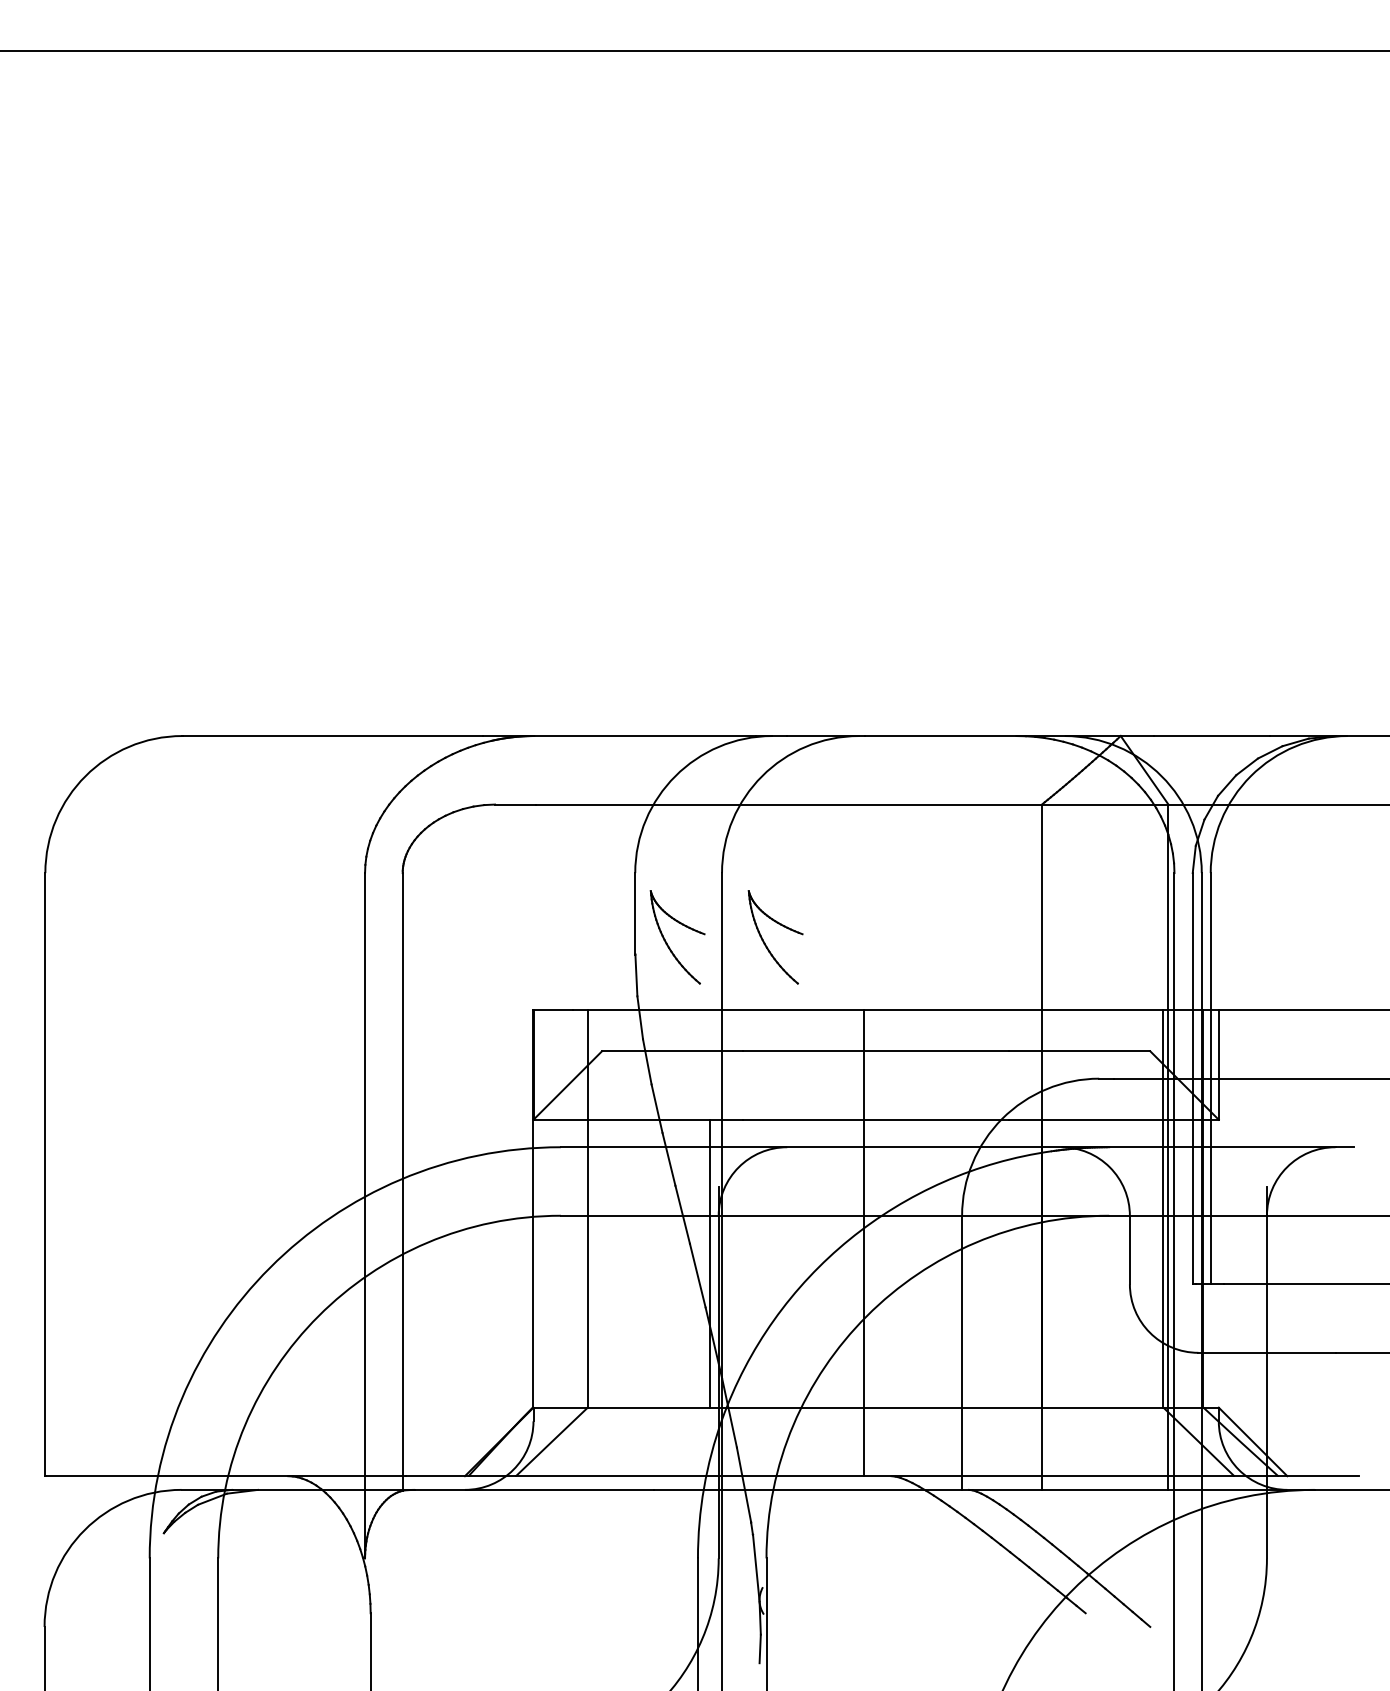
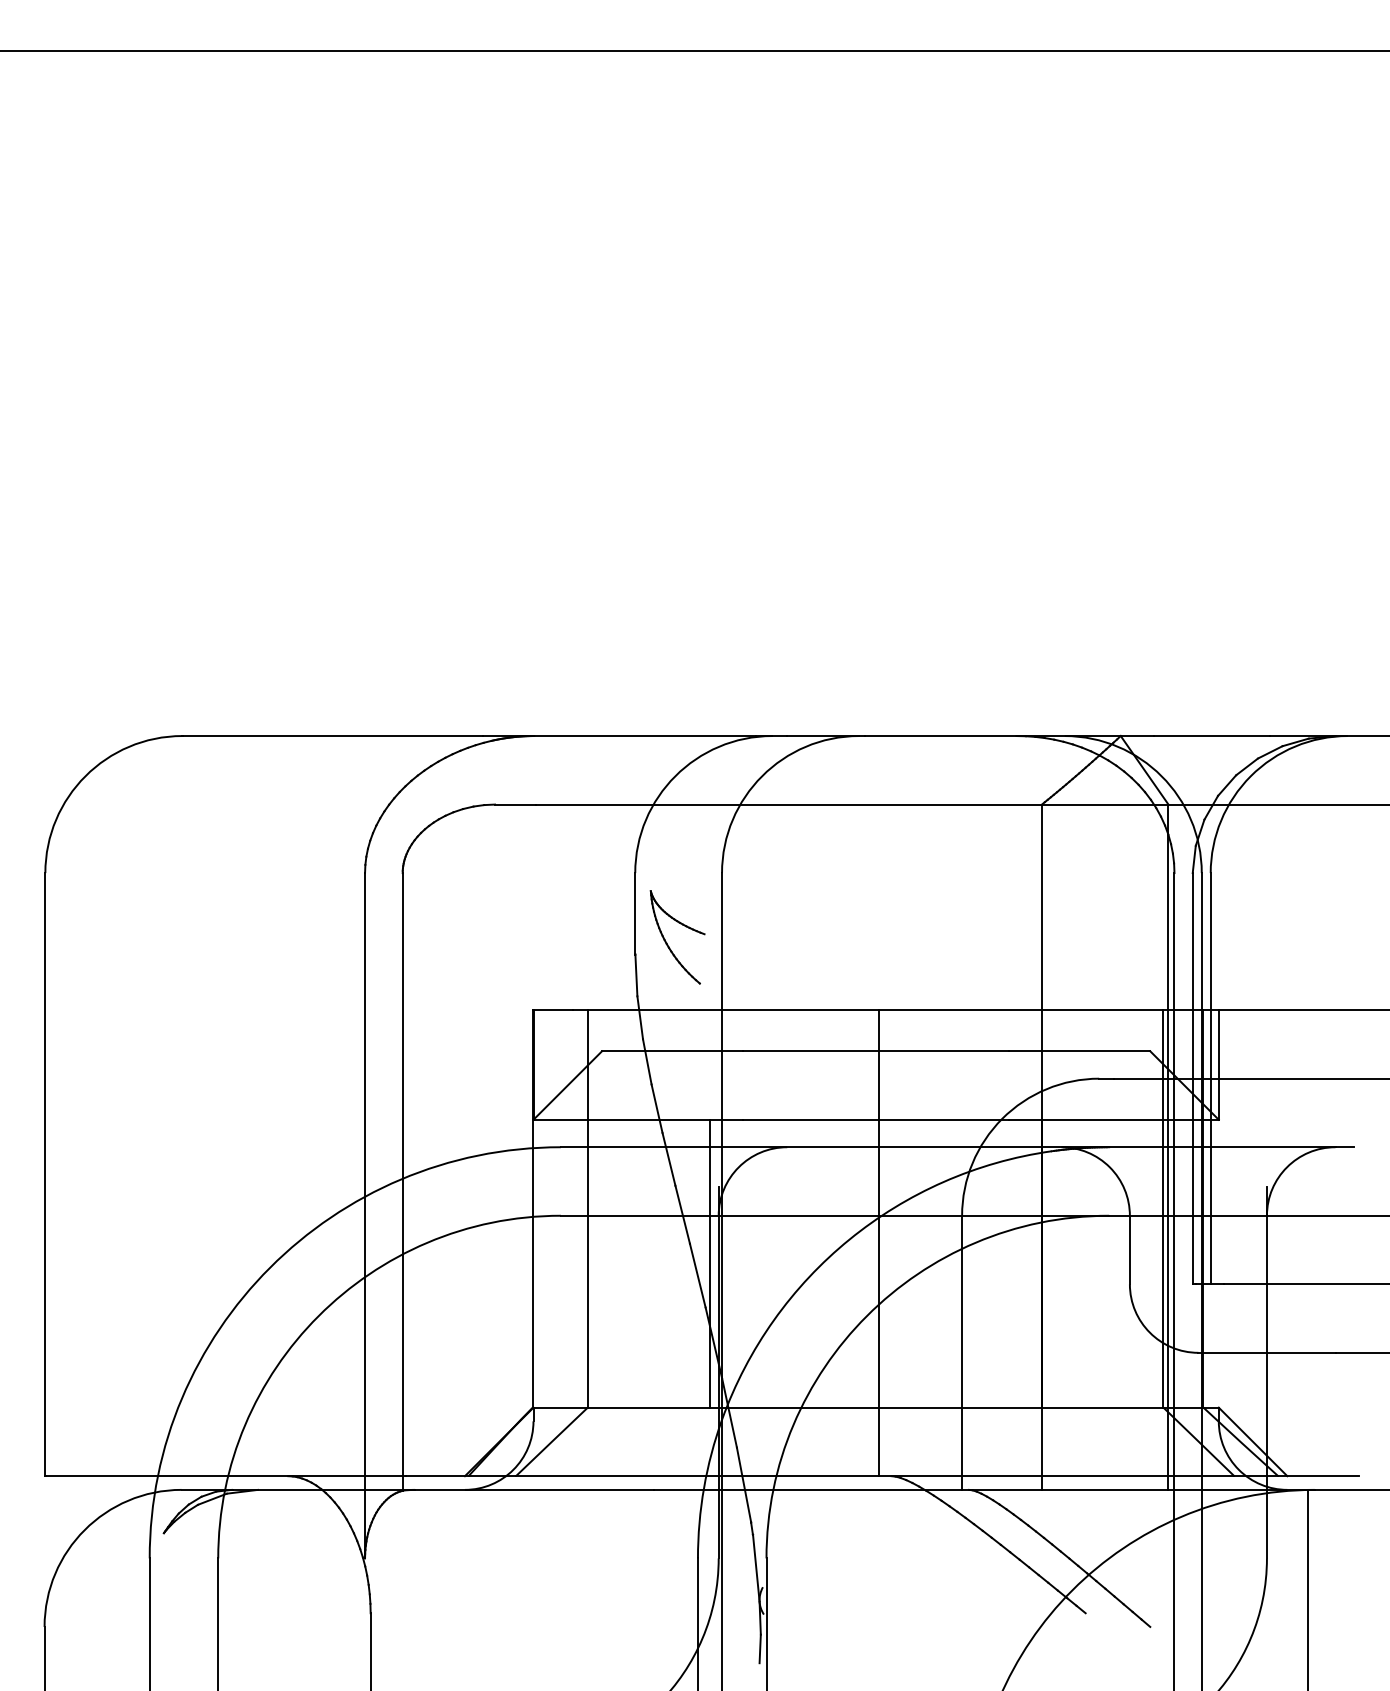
part at (765, 942): present -> none
line at (864, 1243) position: (864, 1243) -> (879, 1243)
line at (1307, 1588): none -> present
